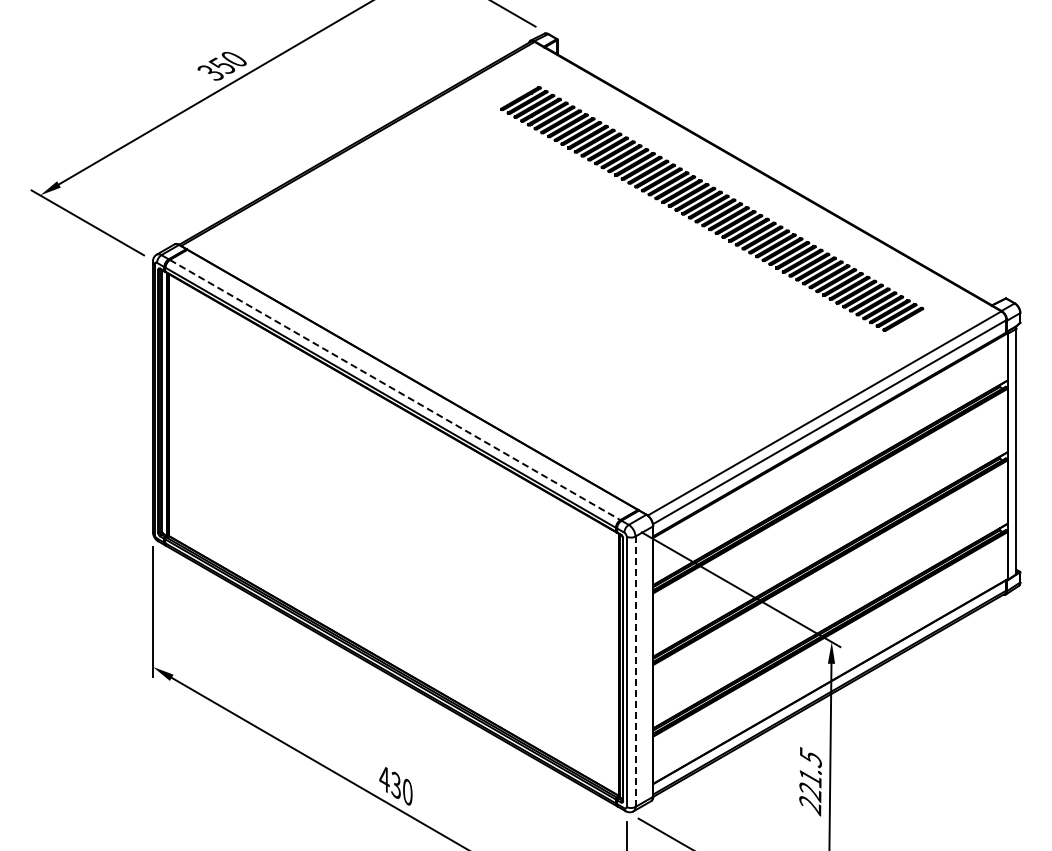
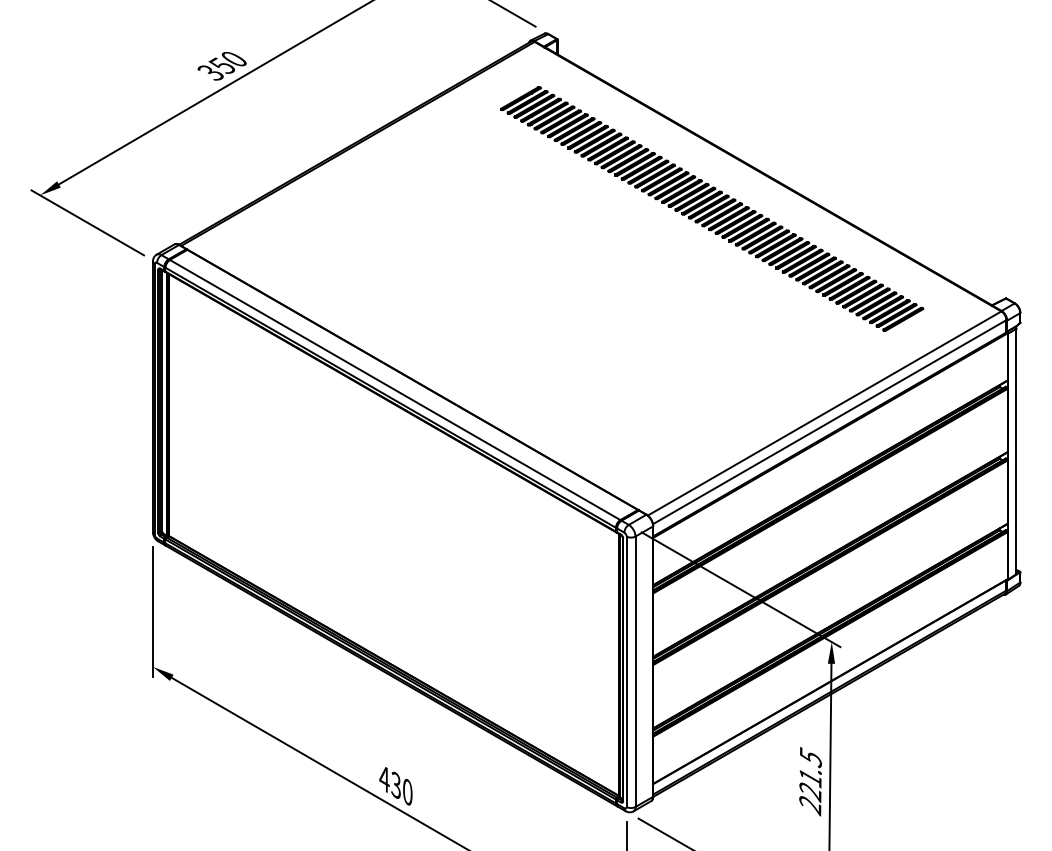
line at (395, 390): dashed -> solid
line at (635, 671): dashed -> solid
